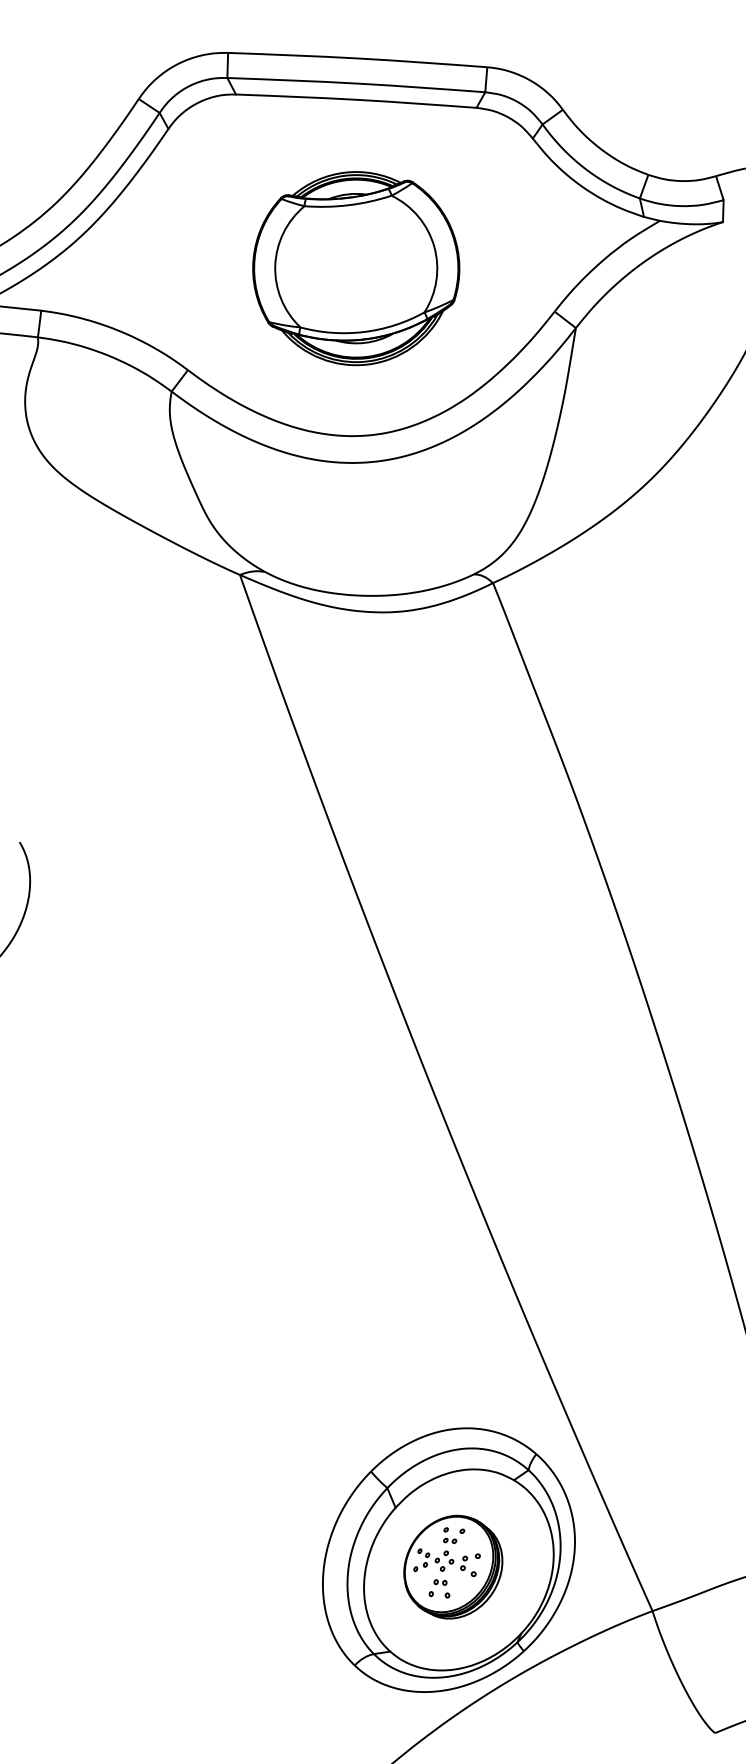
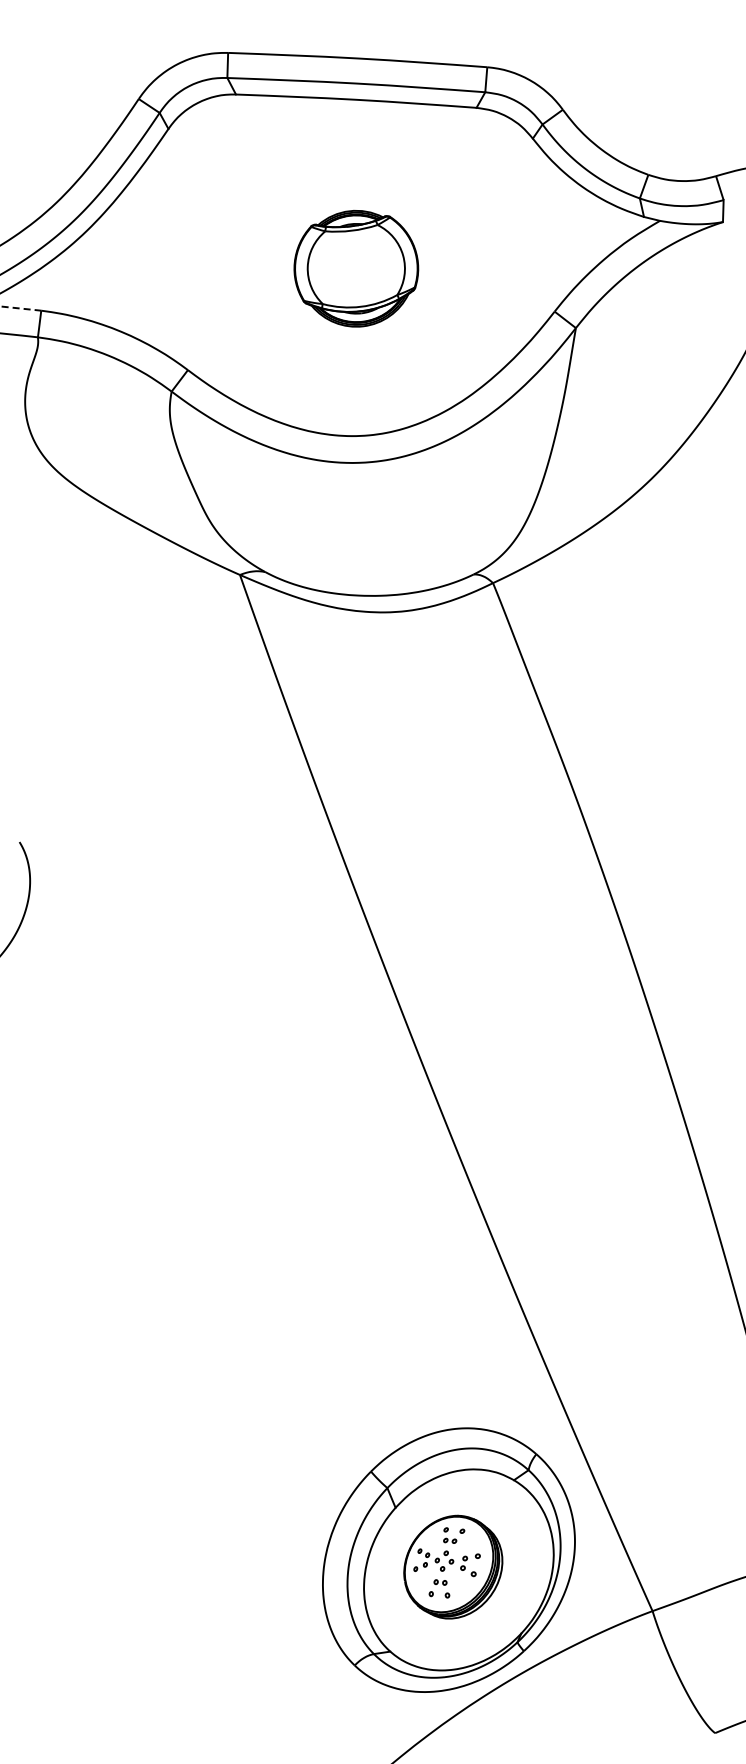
part at (356, 268) size: 209x196 px -> 127x118 px
line at (21, 308): solid -> dashed
